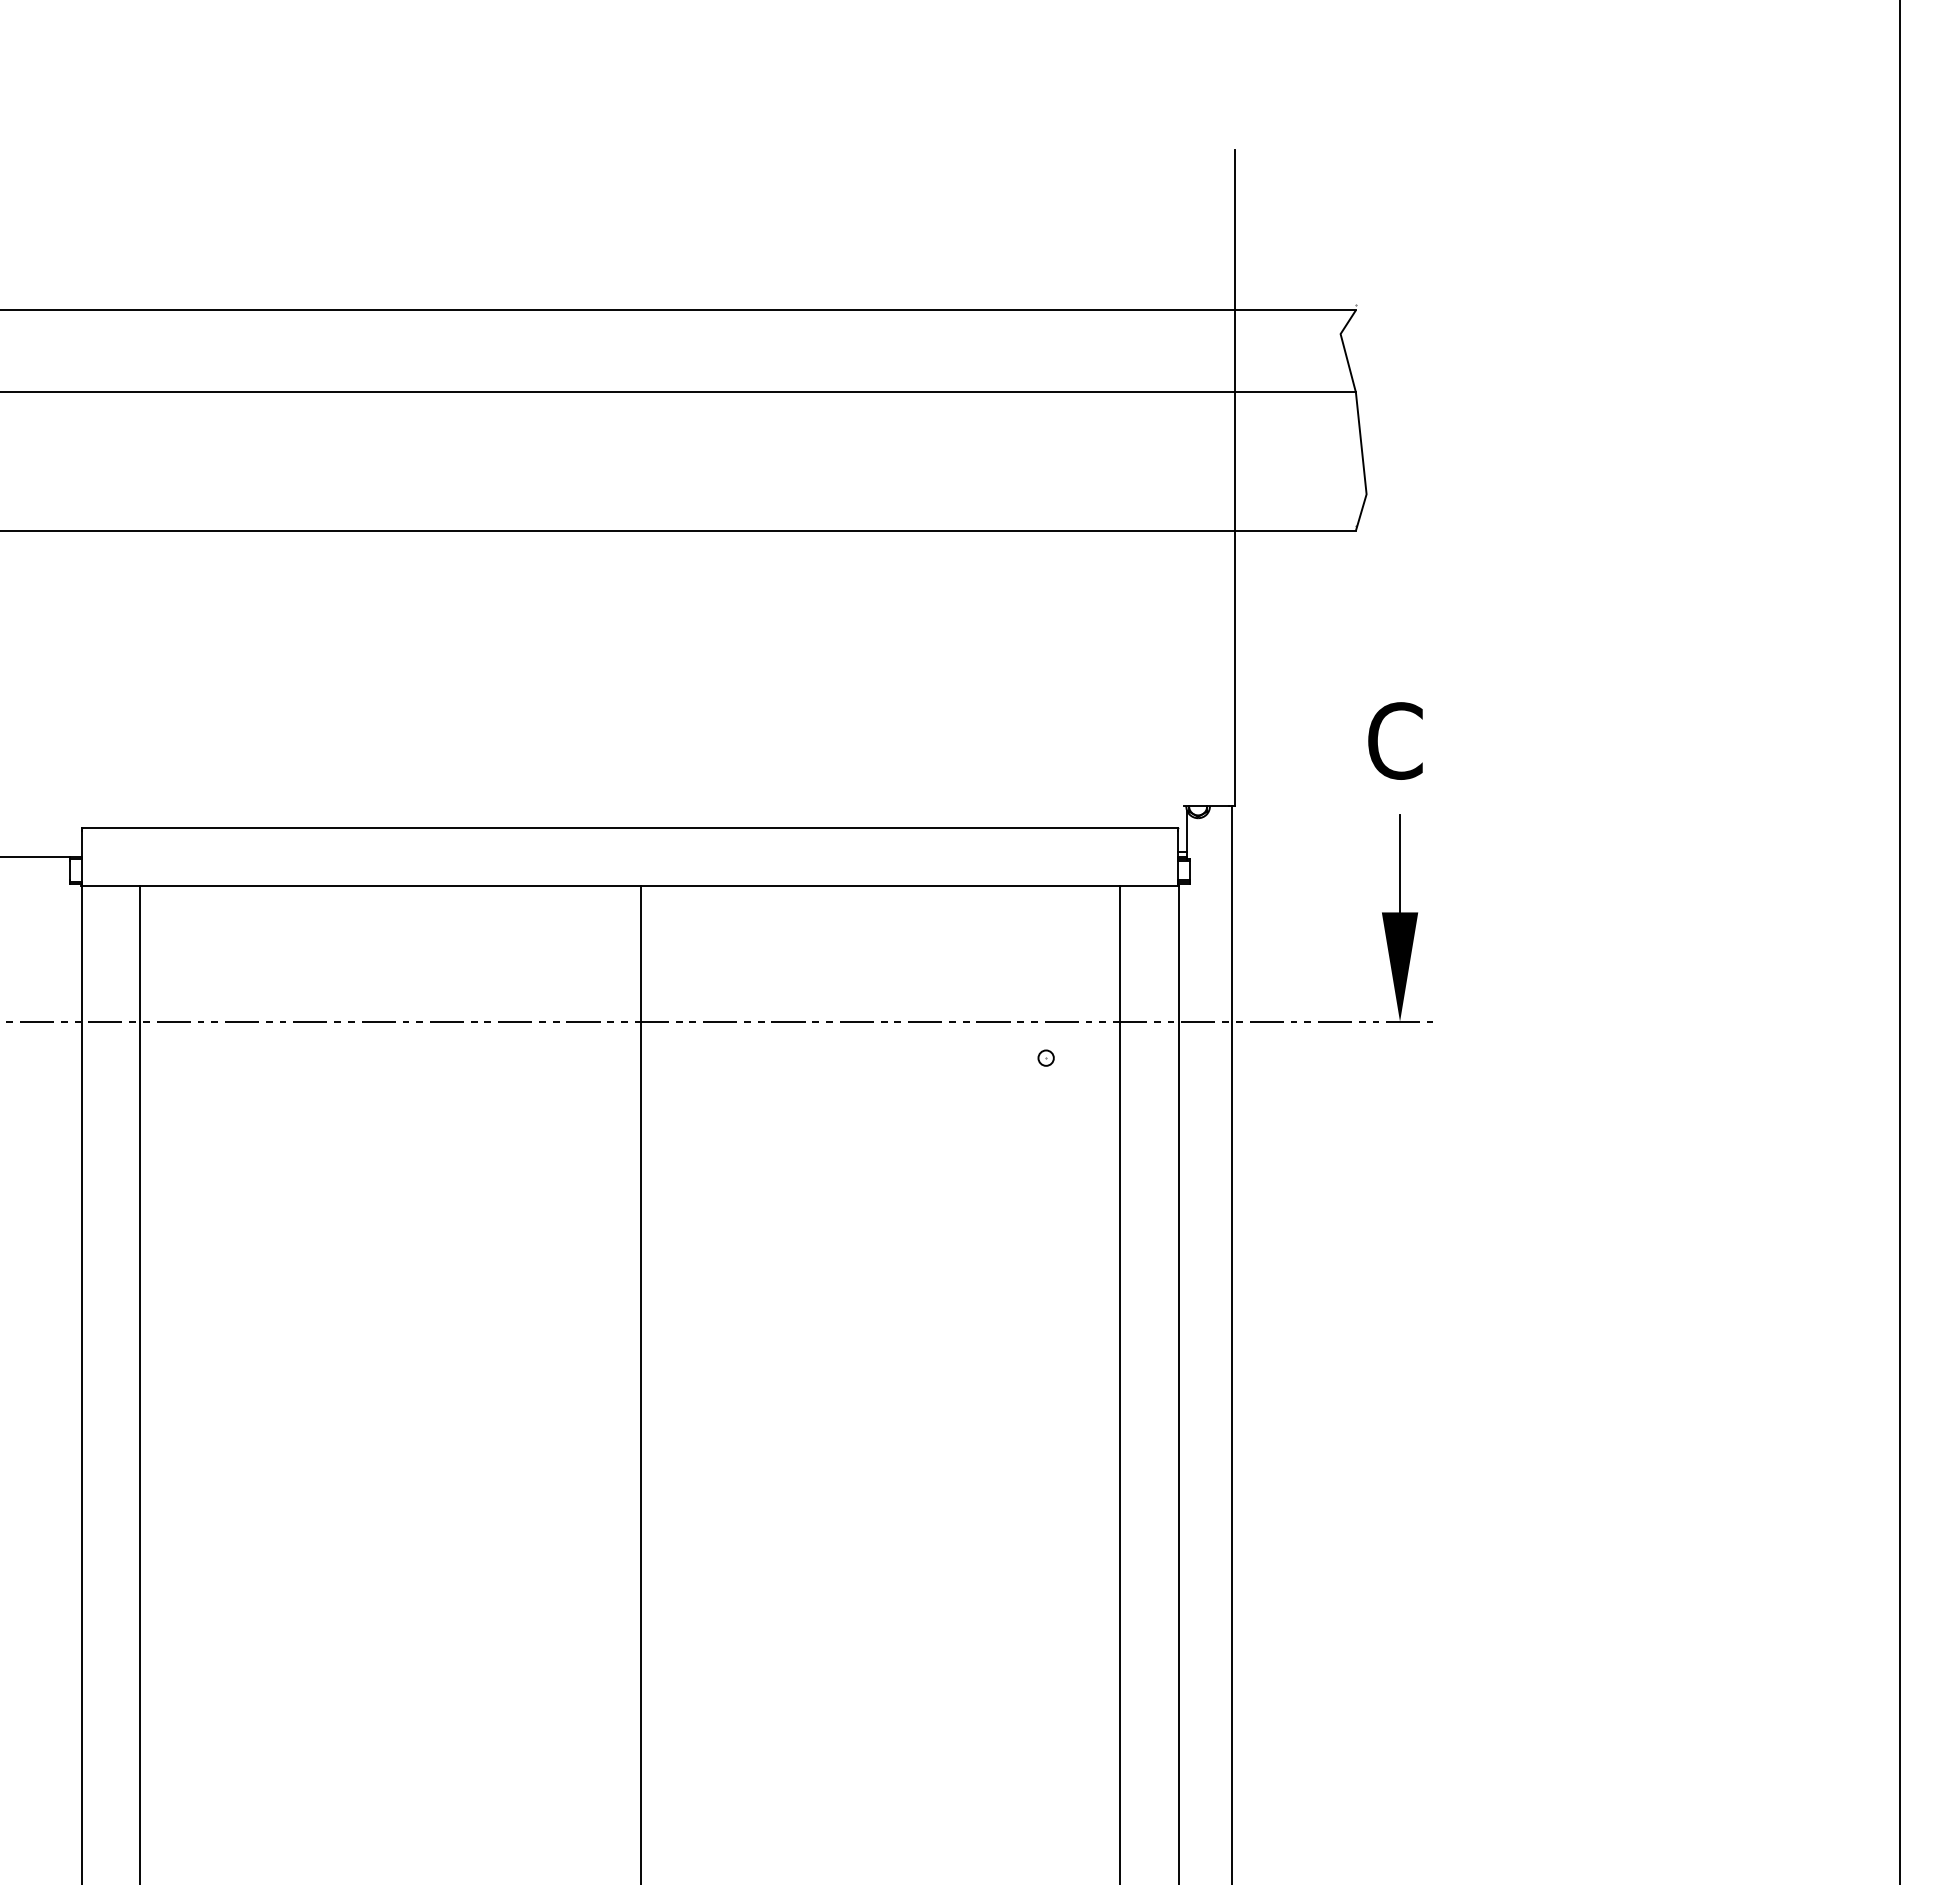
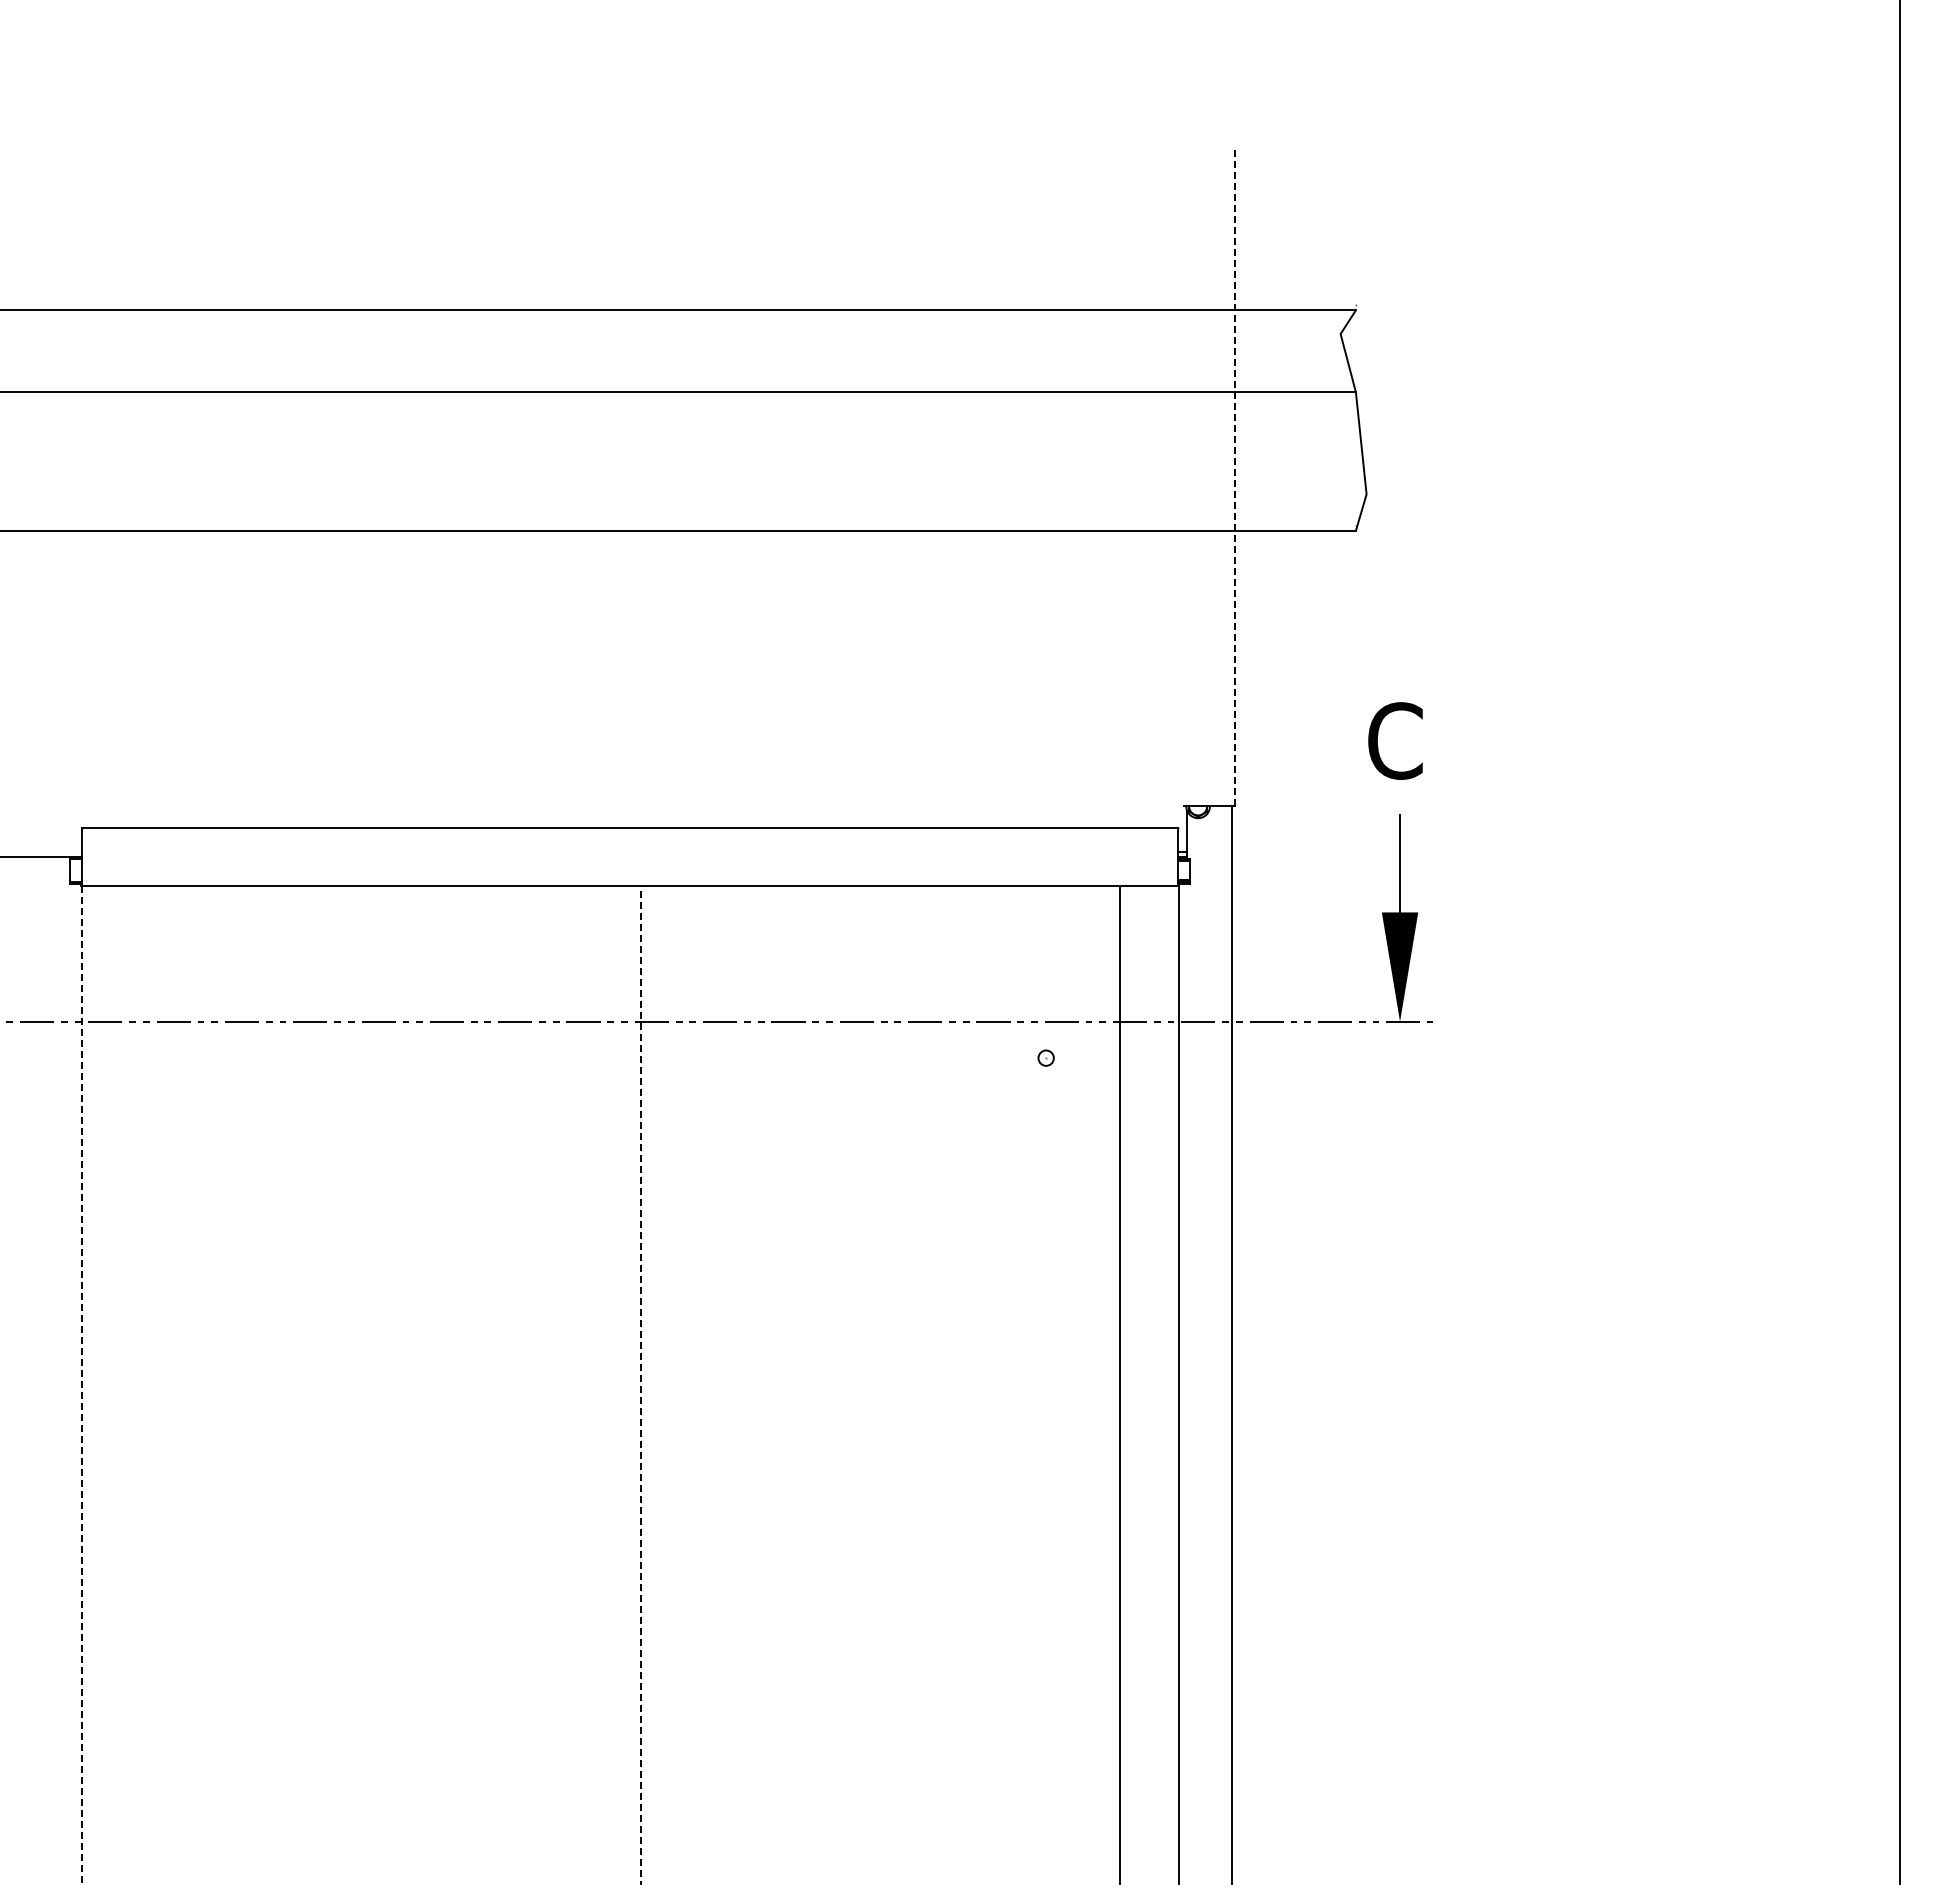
line at (1234, 478): solid -> dashed
line at (139, 1383): present -> none
line at (640, 1384): solid -> dashed
line at (81, 1385): solid -> dashed
